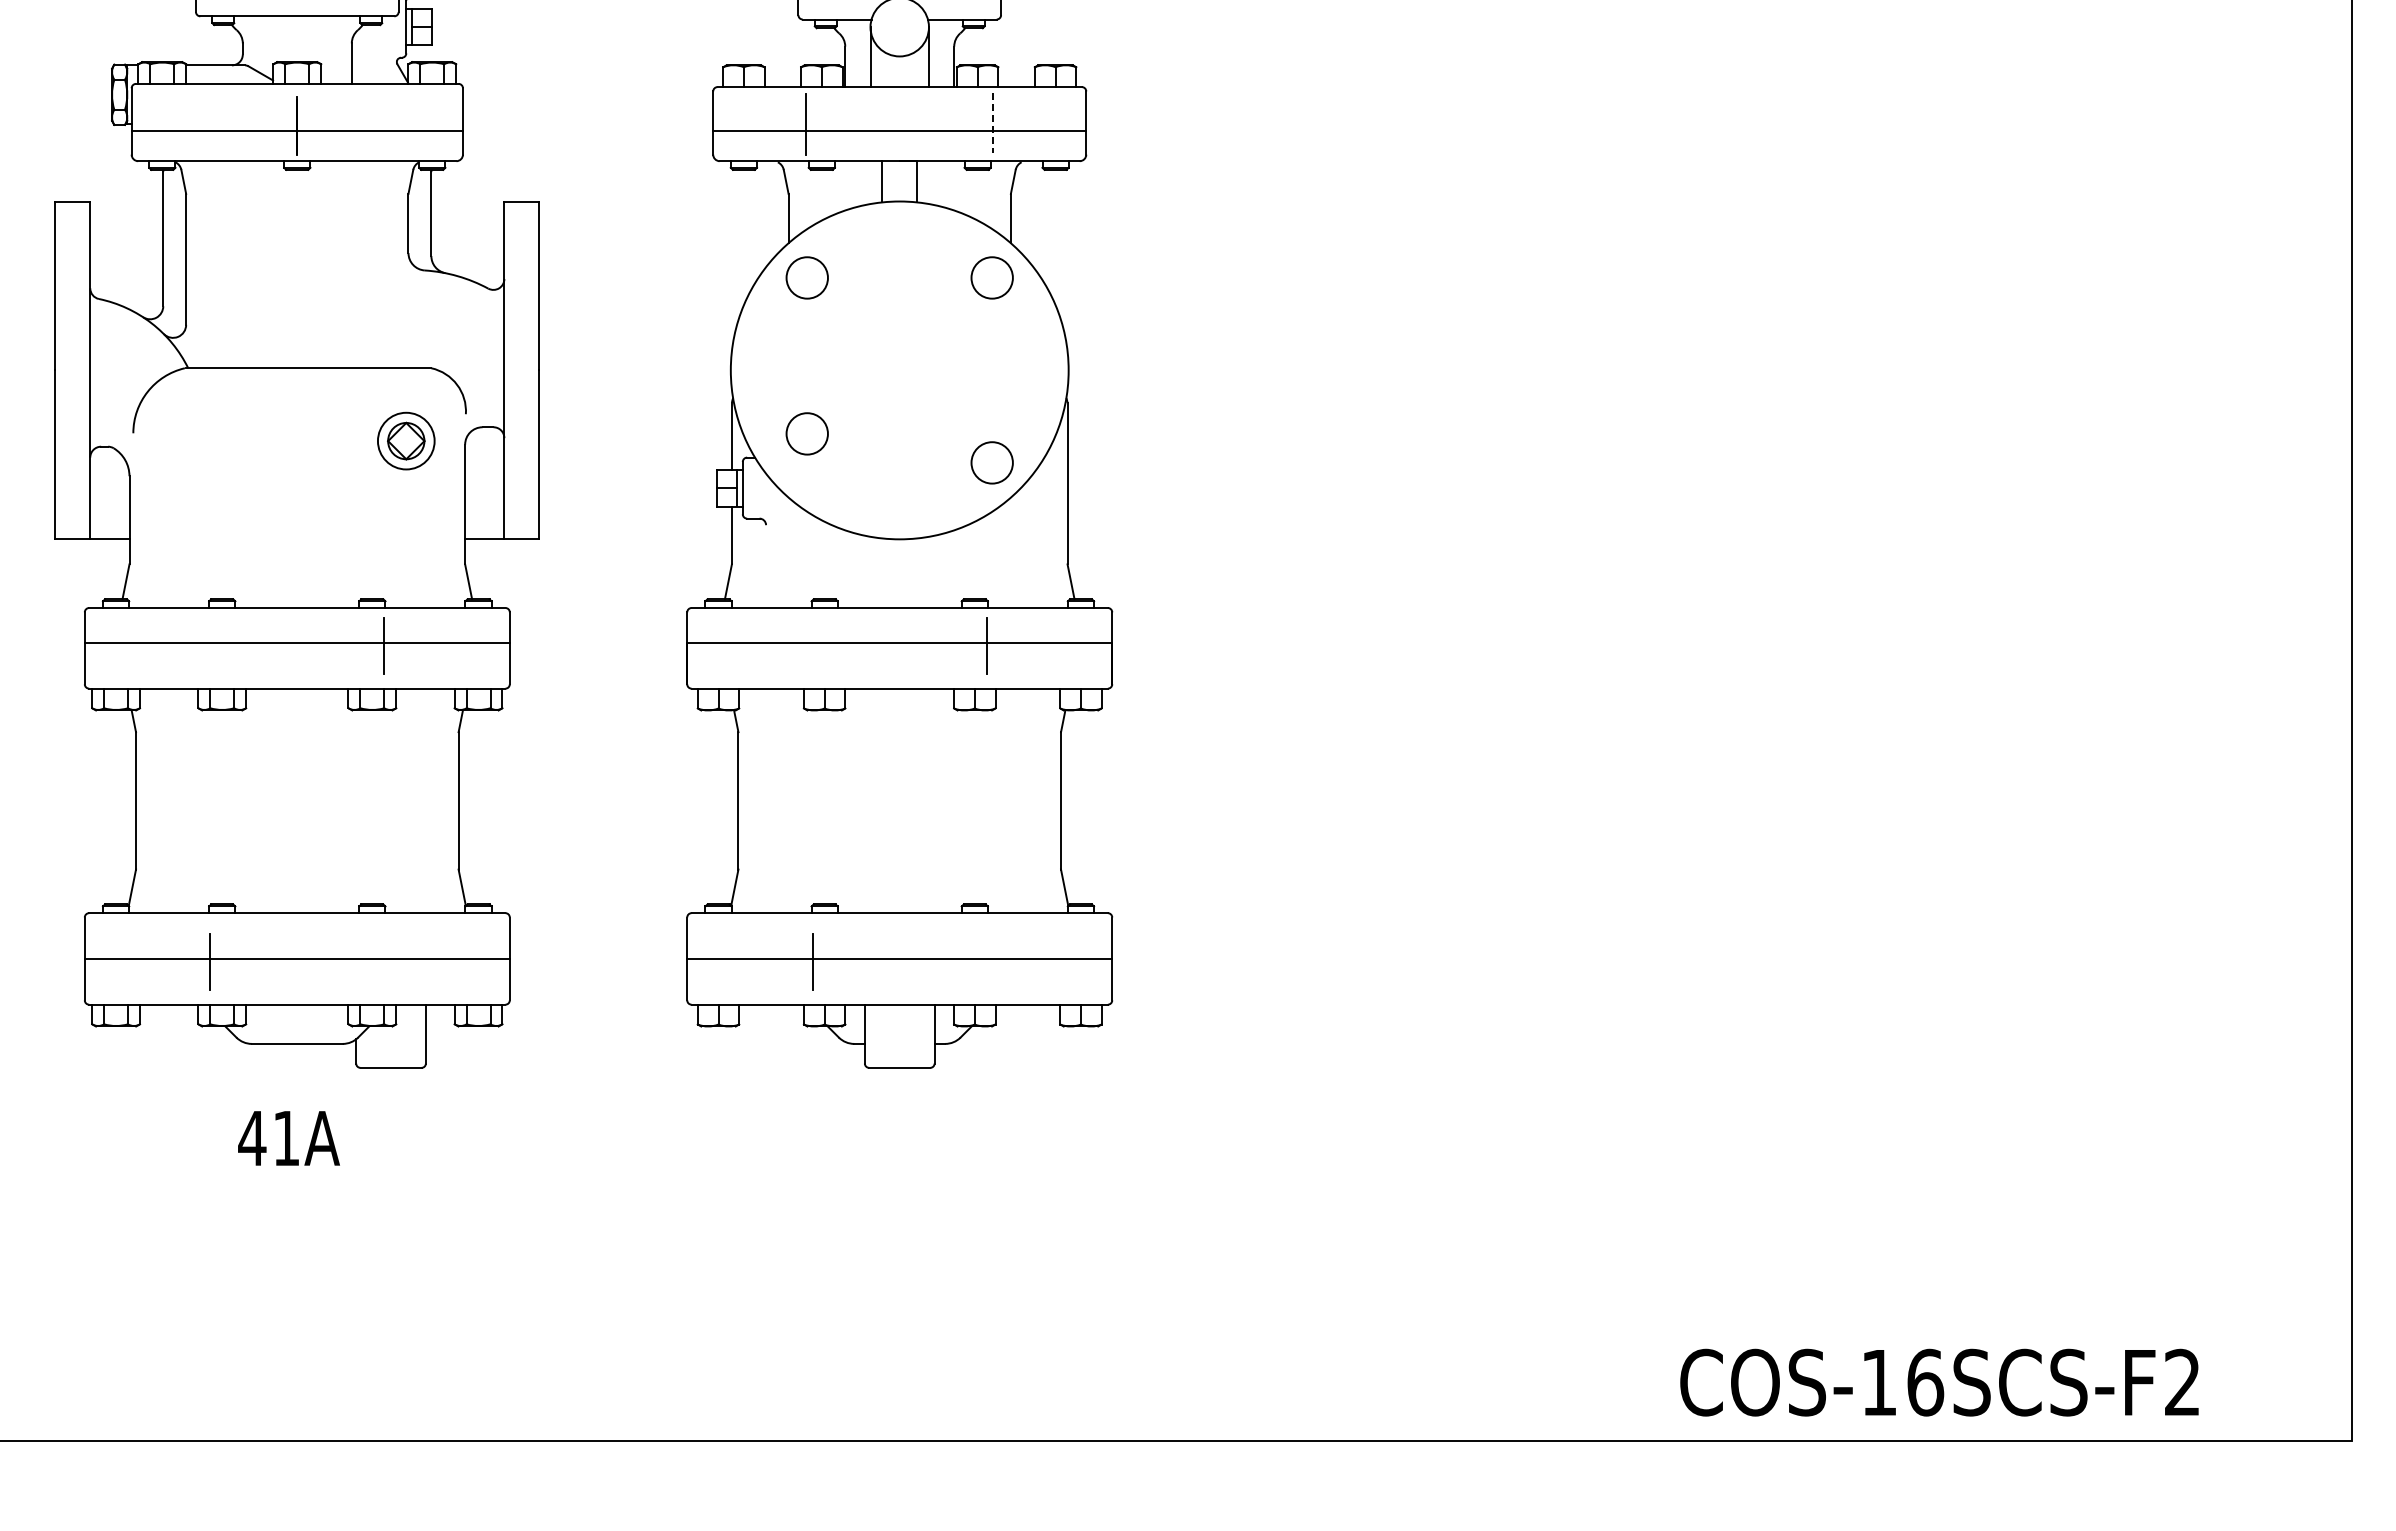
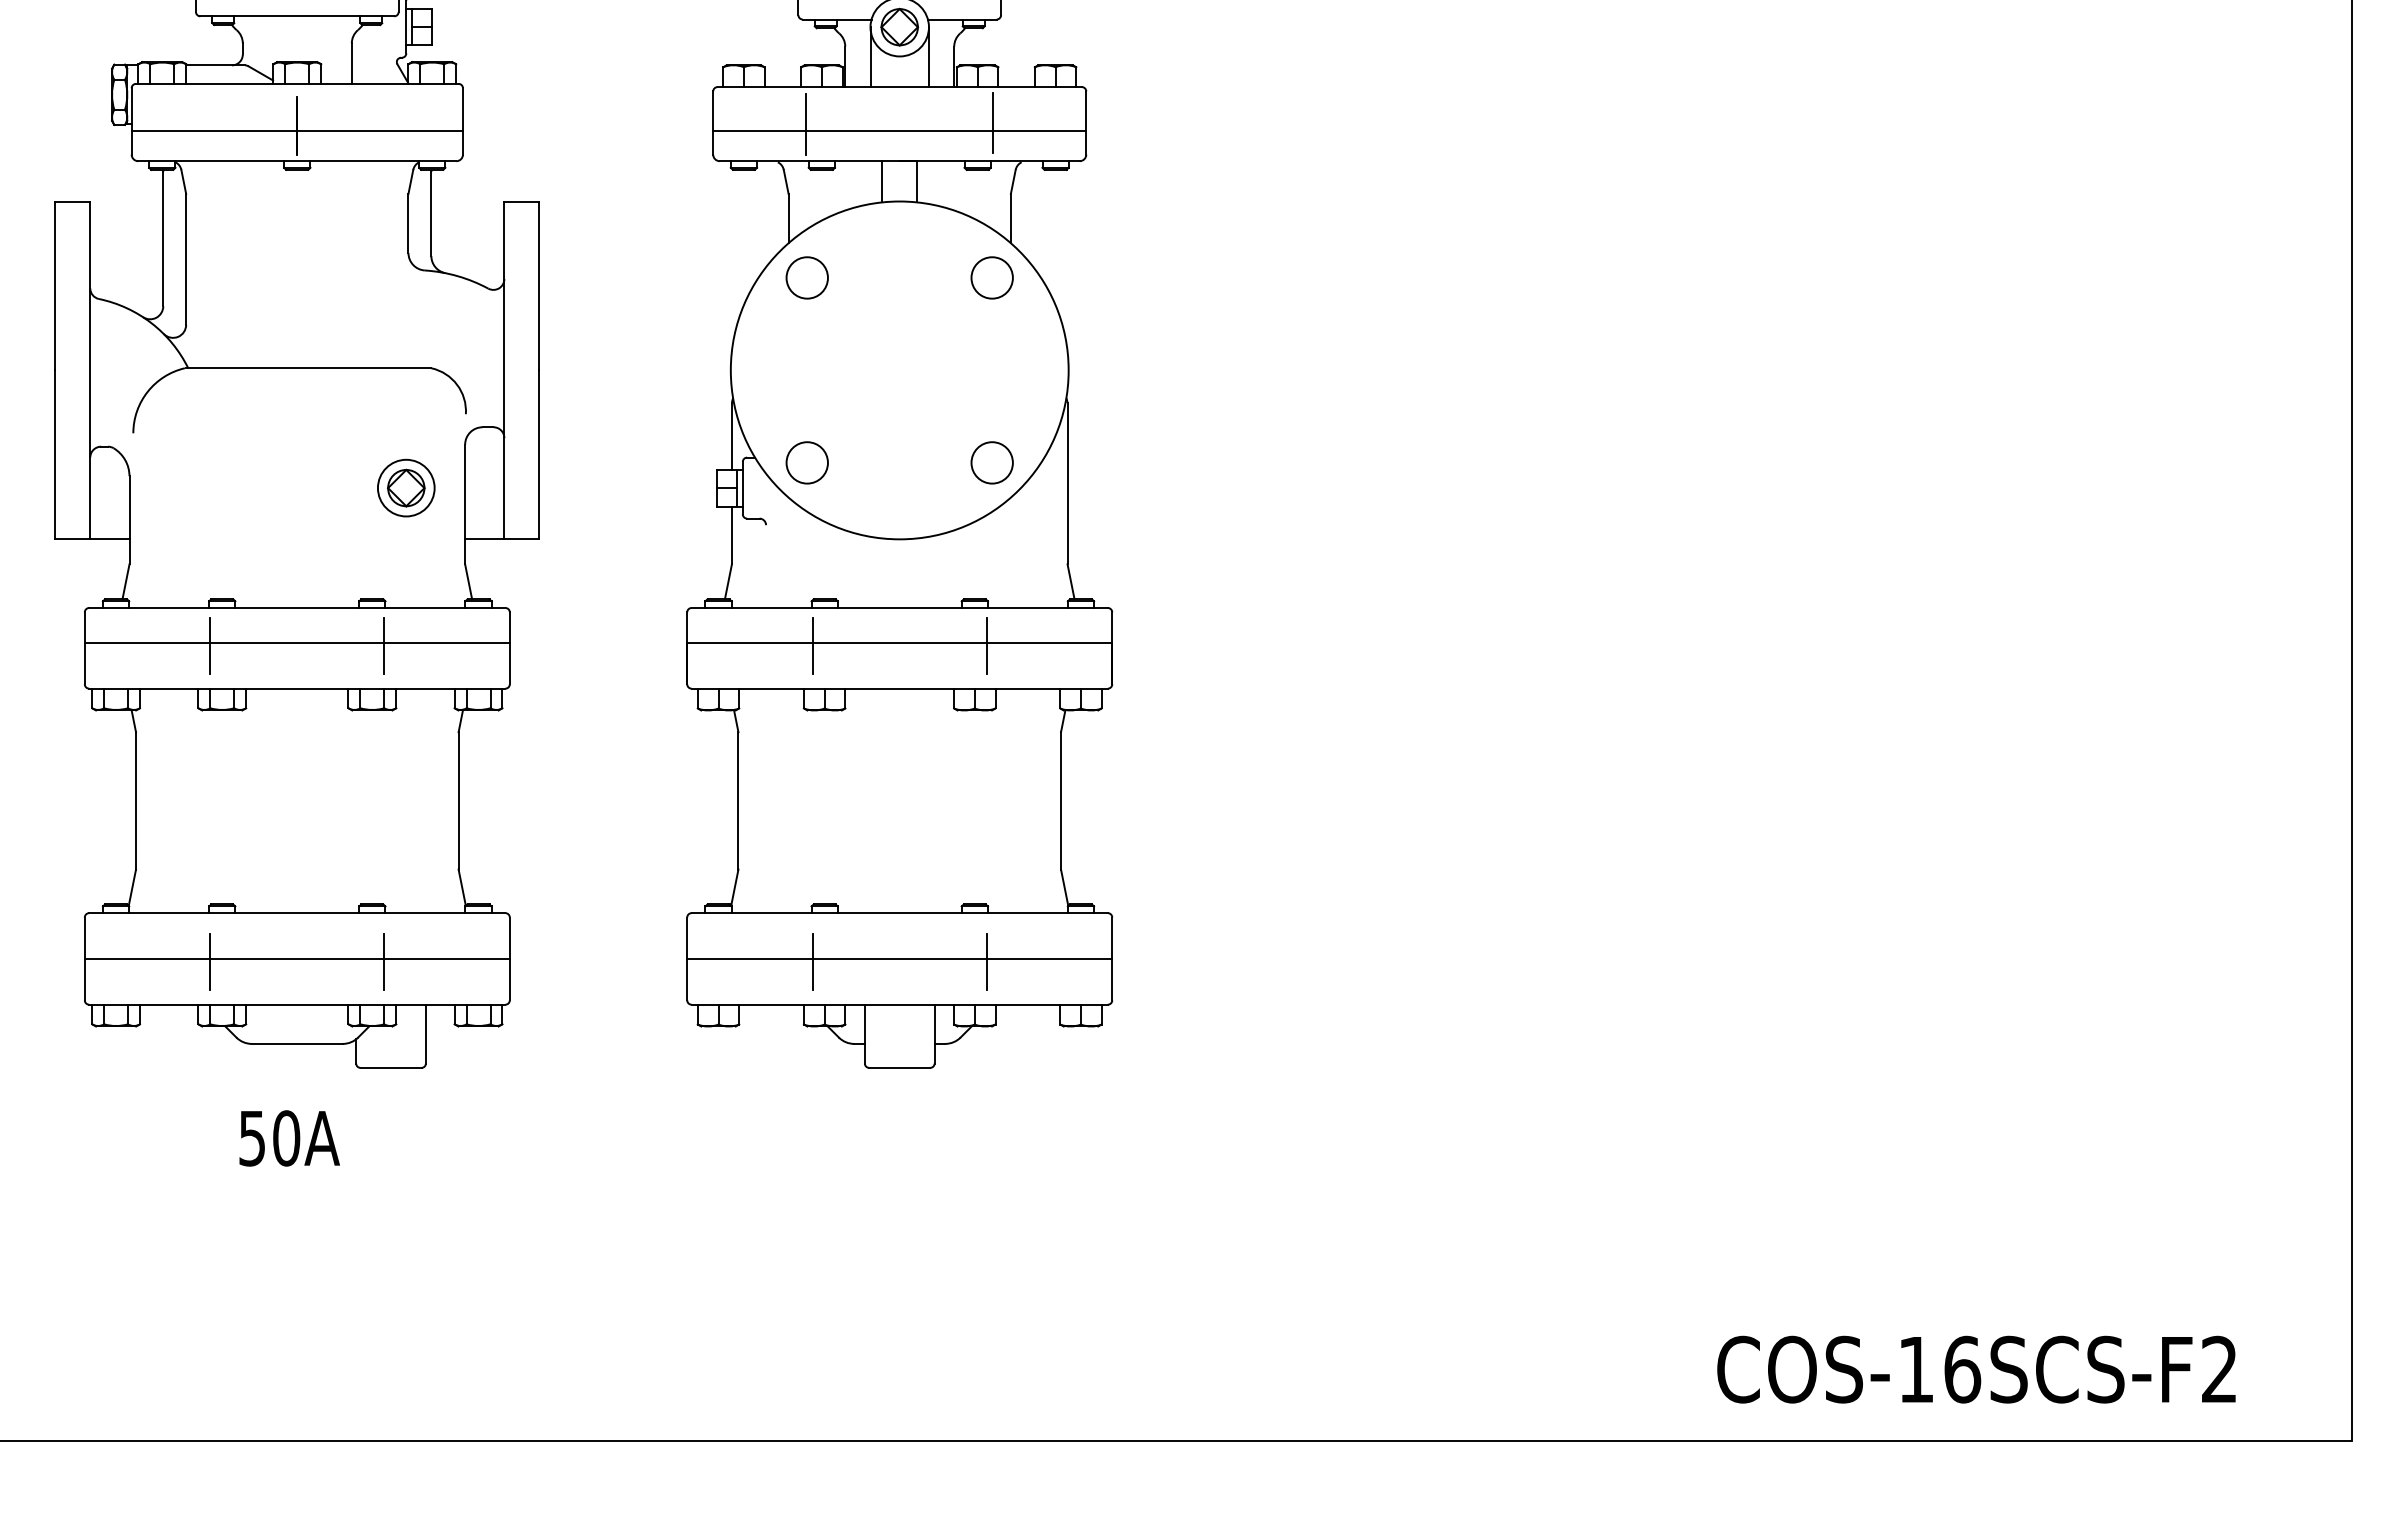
part at (899, 26): none -> present
line at (993, 123): dashed -> solid
circle at (806, 433) position: (806, 433) -> (806, 462)
part at (406, 440) position: (406, 440) -> (406, 487)
line at (210, 645): none -> present
line at (812, 645): none -> present
line at (384, 961): none -> present
line at (986, 961): none -> present
text at (269, 1138): 41A -> 50A
text at (1939, 1382) position: (1939, 1382) -> (1976, 1369)
